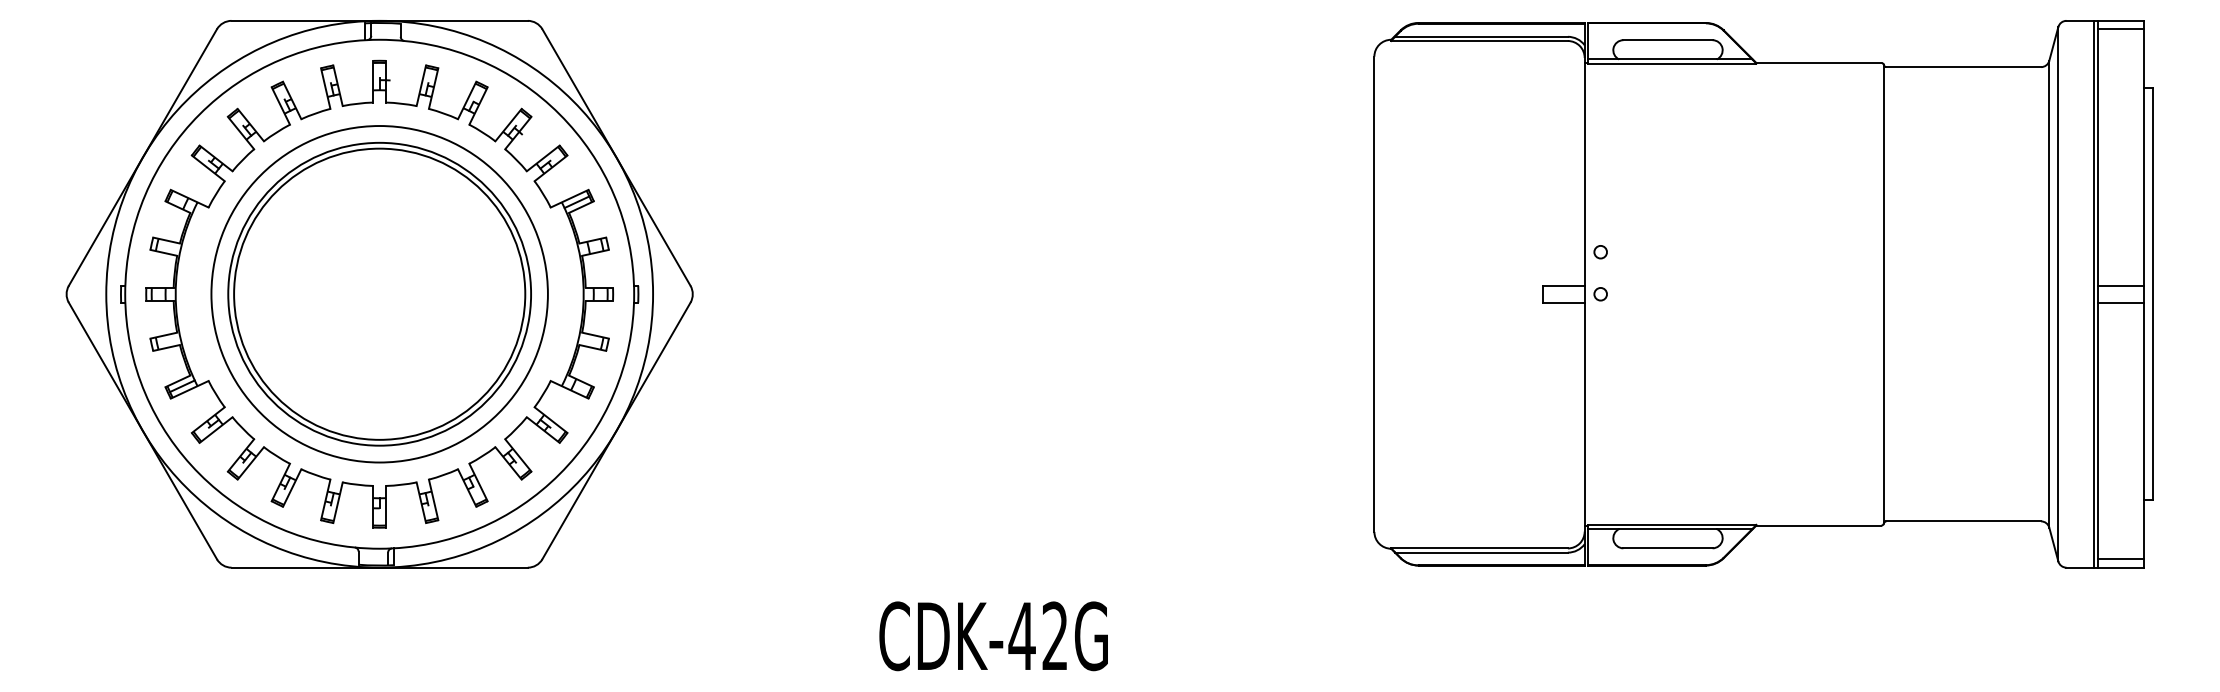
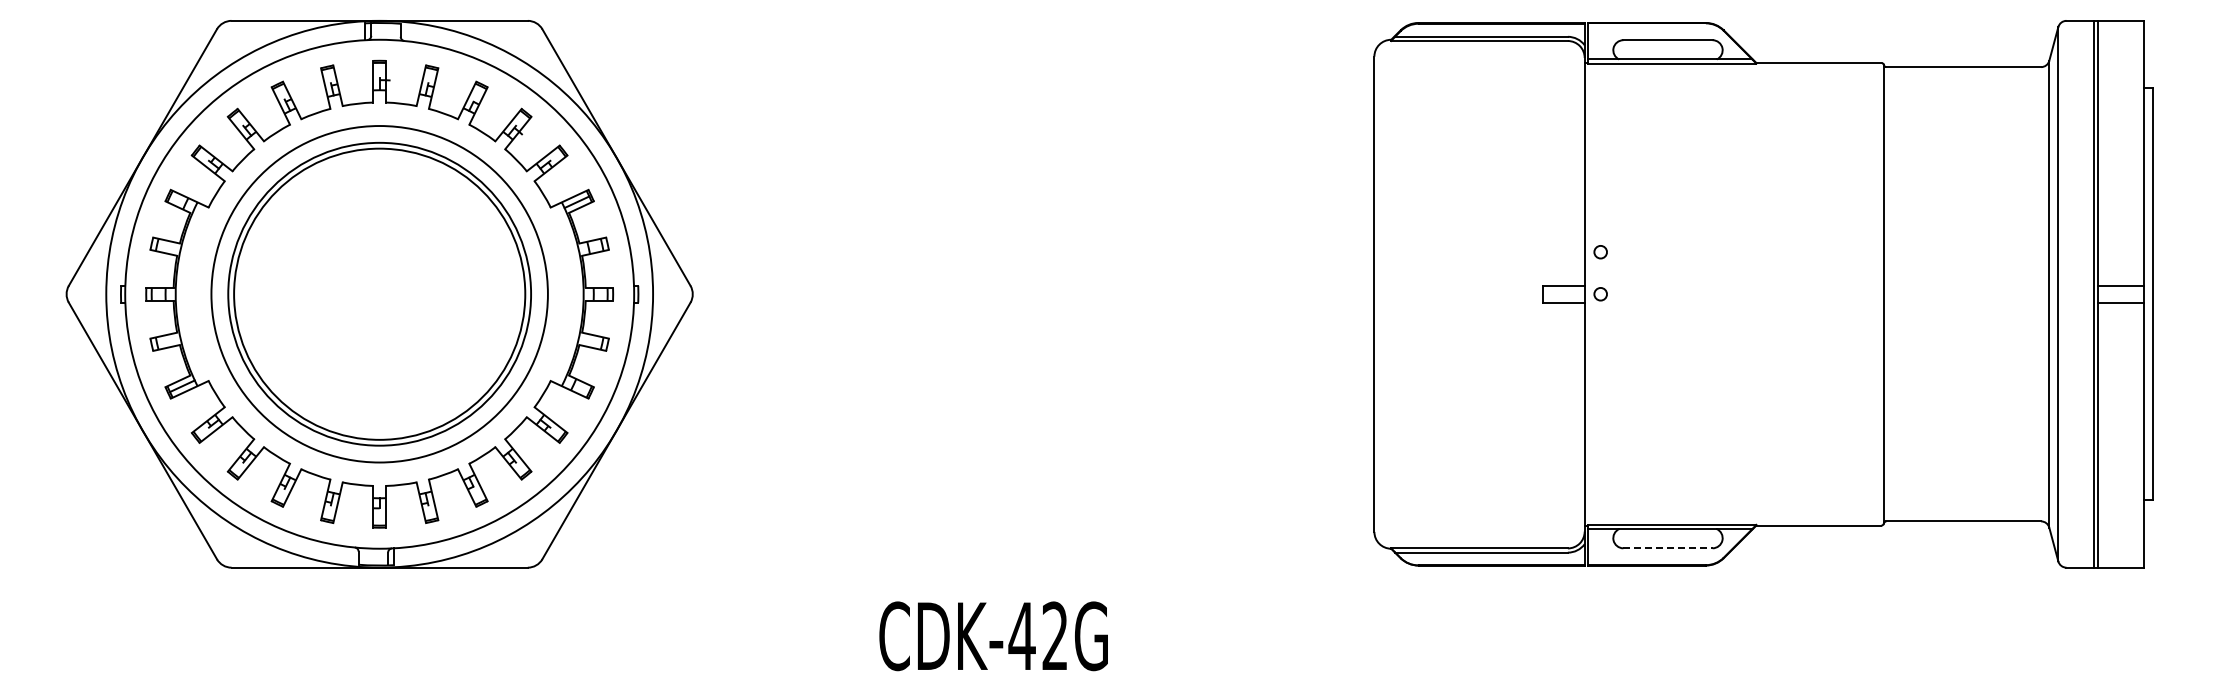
line at (2120, 29): present -> none
line at (1668, 548): solid -> dashed
line at (2120, 559): present -> none
